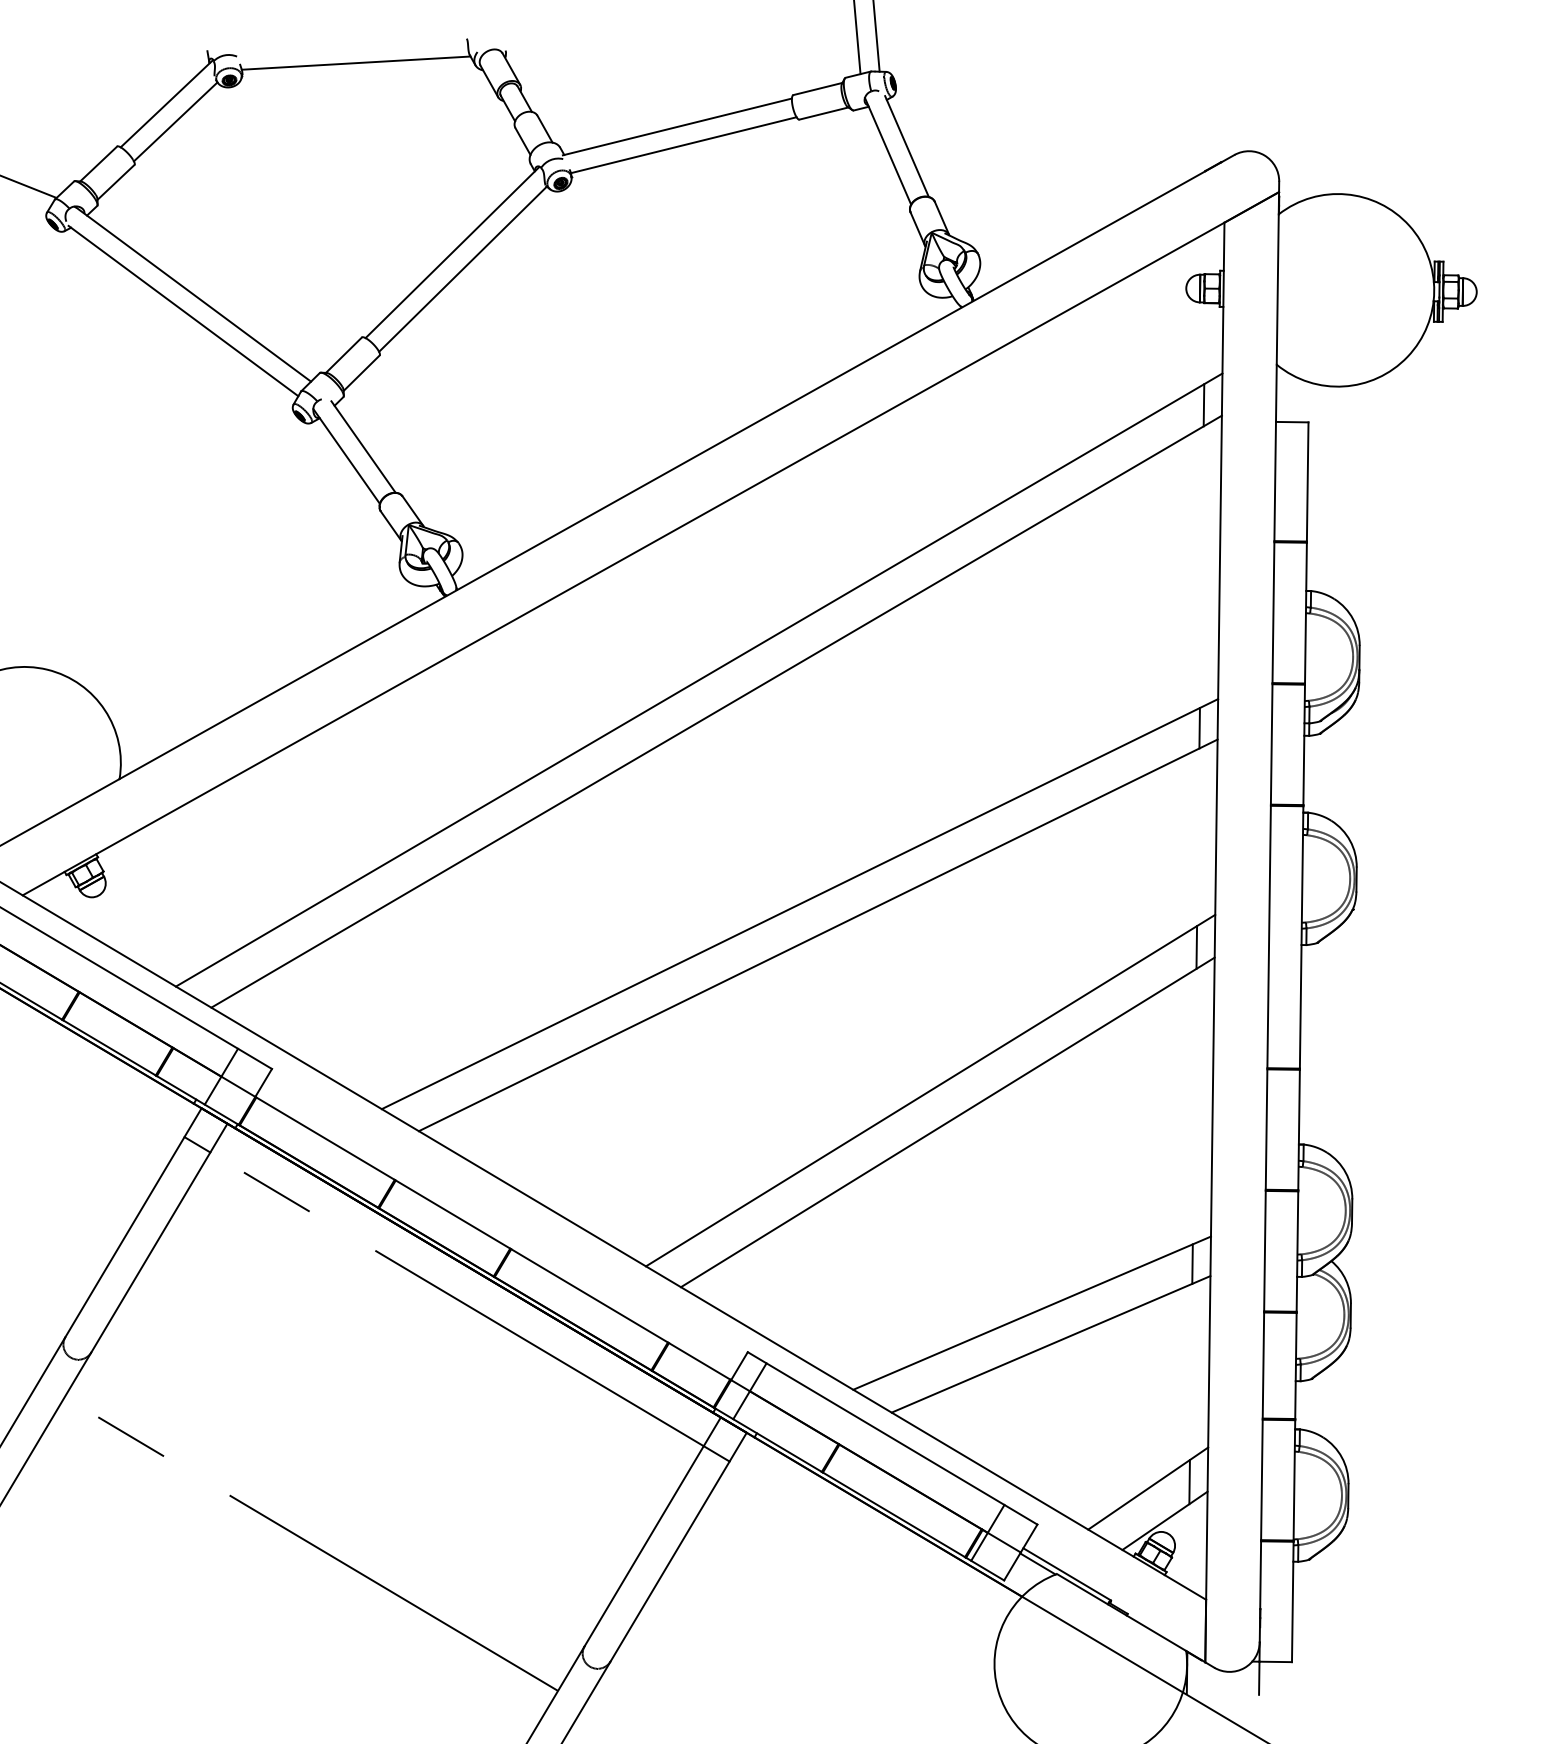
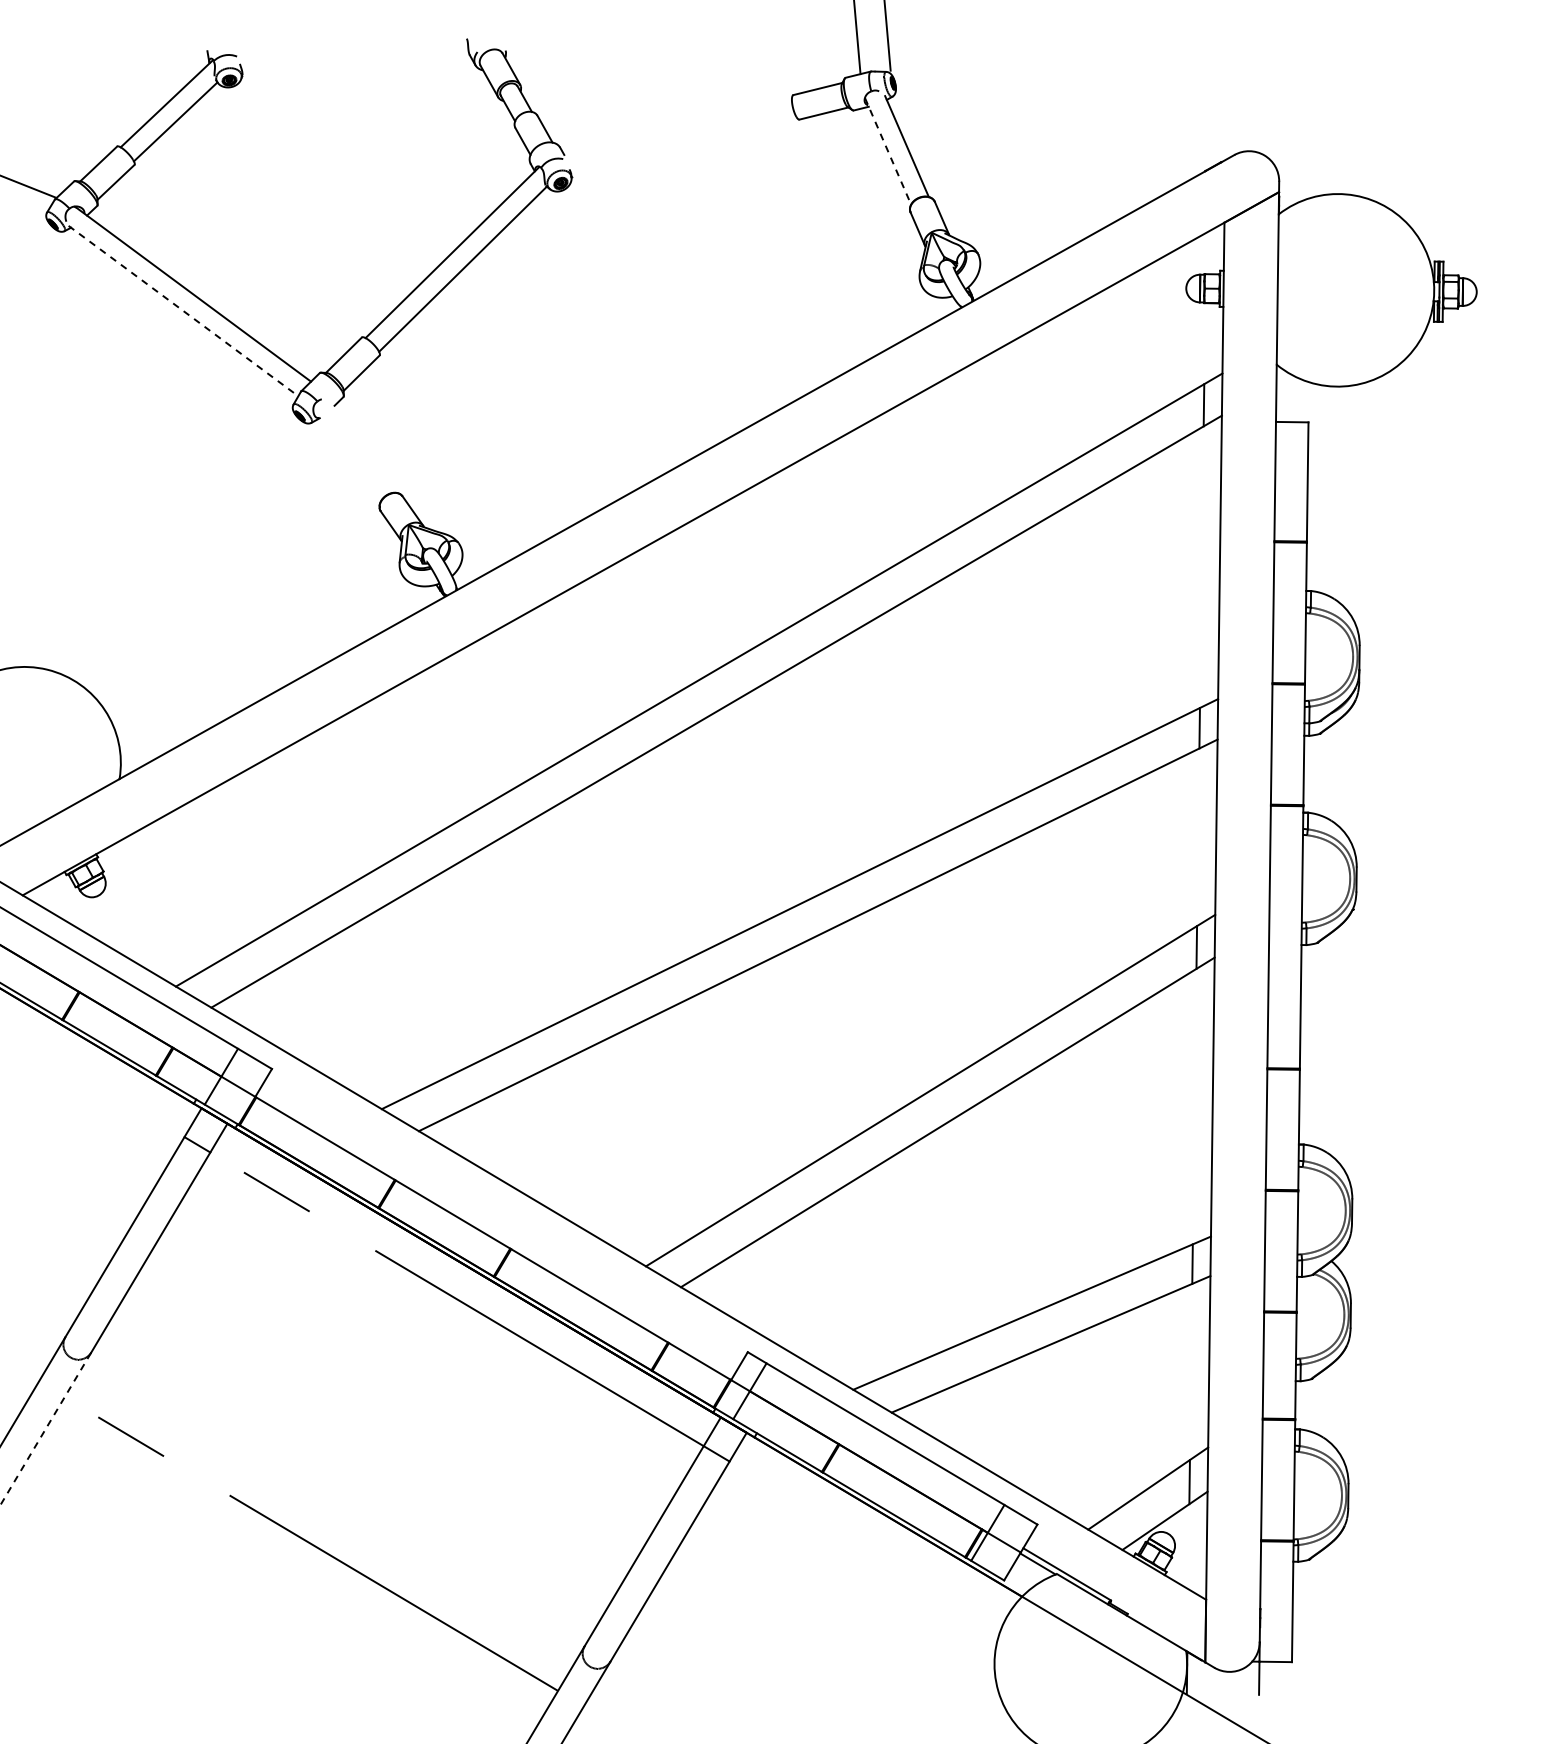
line at (876, 36) position: (876, 36) -> (887, 36)
line at (355, 62): present -> none
line at (676, 126): present -> none
line at (683, 145): present -> none
line at (888, 151): solid -> dashed
line at (183, 311): solid -> dashed
line at (363, 446): present -> none
line at (346, 456): present -> none
line at (45, 1429): solid -> dashed
